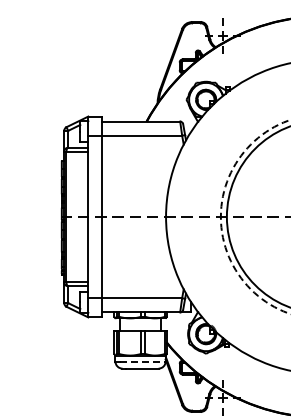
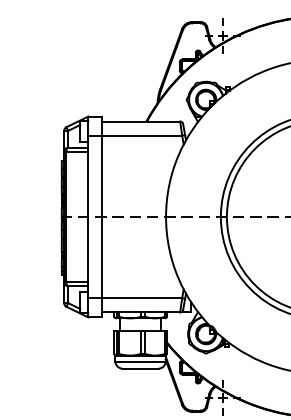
circle at (255, 216): dashed -> solid
line at (142, 361): dashed -> solid
